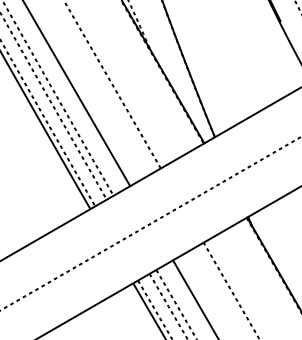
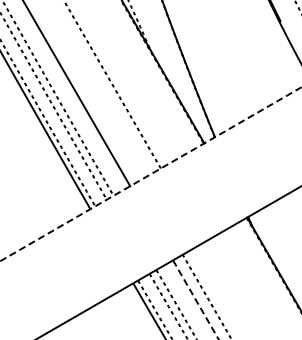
line at (151, 174): solid -> dashed
line at (150, 223): present -> none
line at (230, 289) position: (230, 289) -> (205, 295)
line at (196, 300): solid -> dashed
